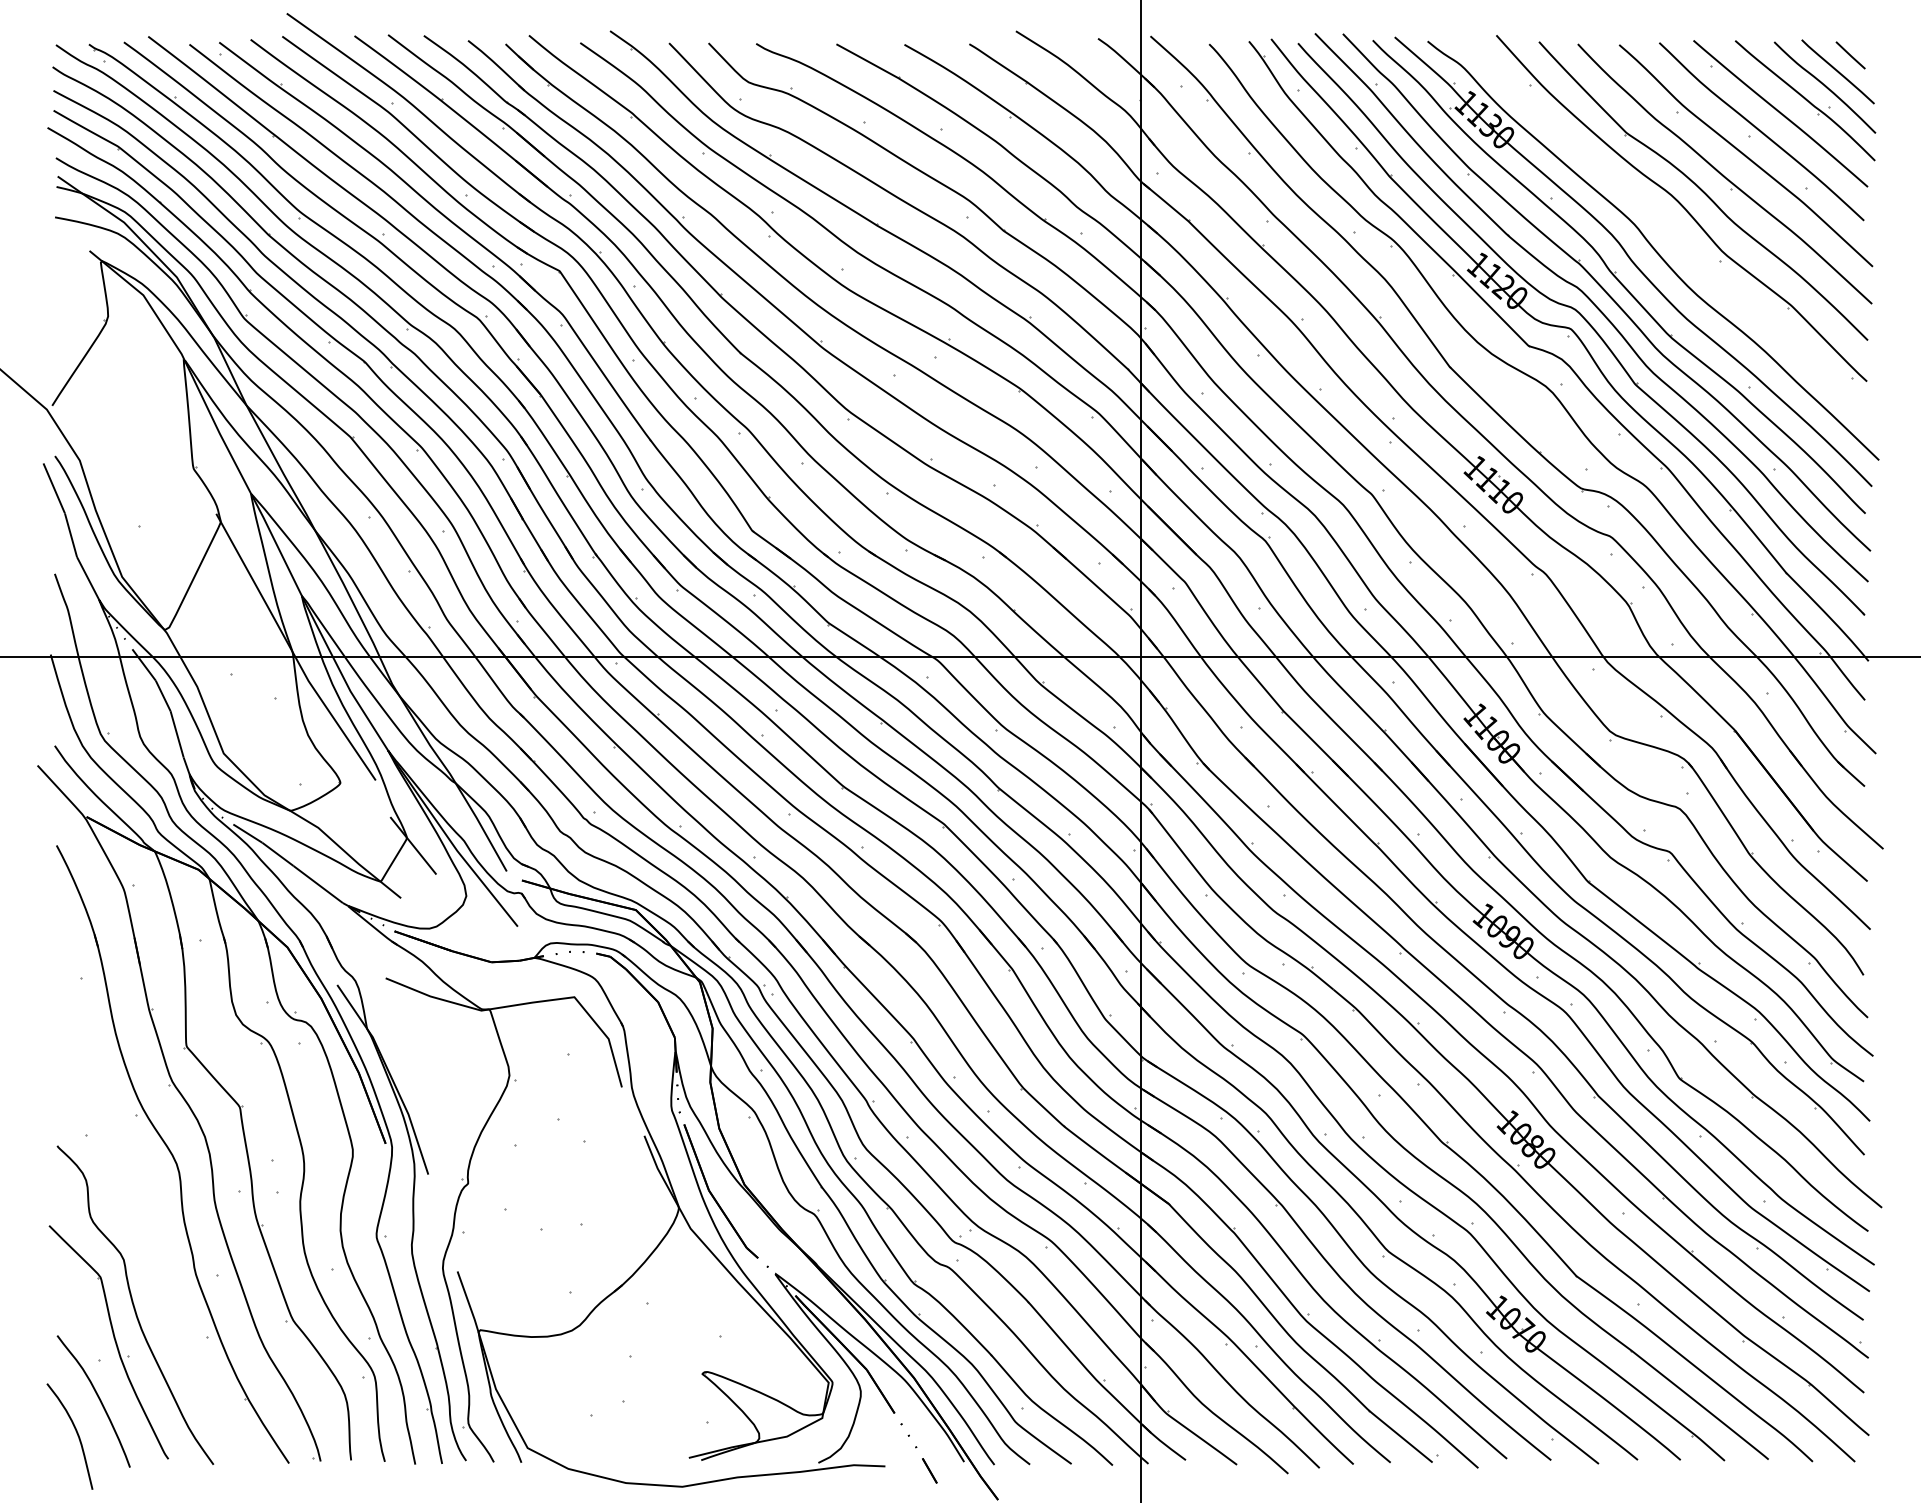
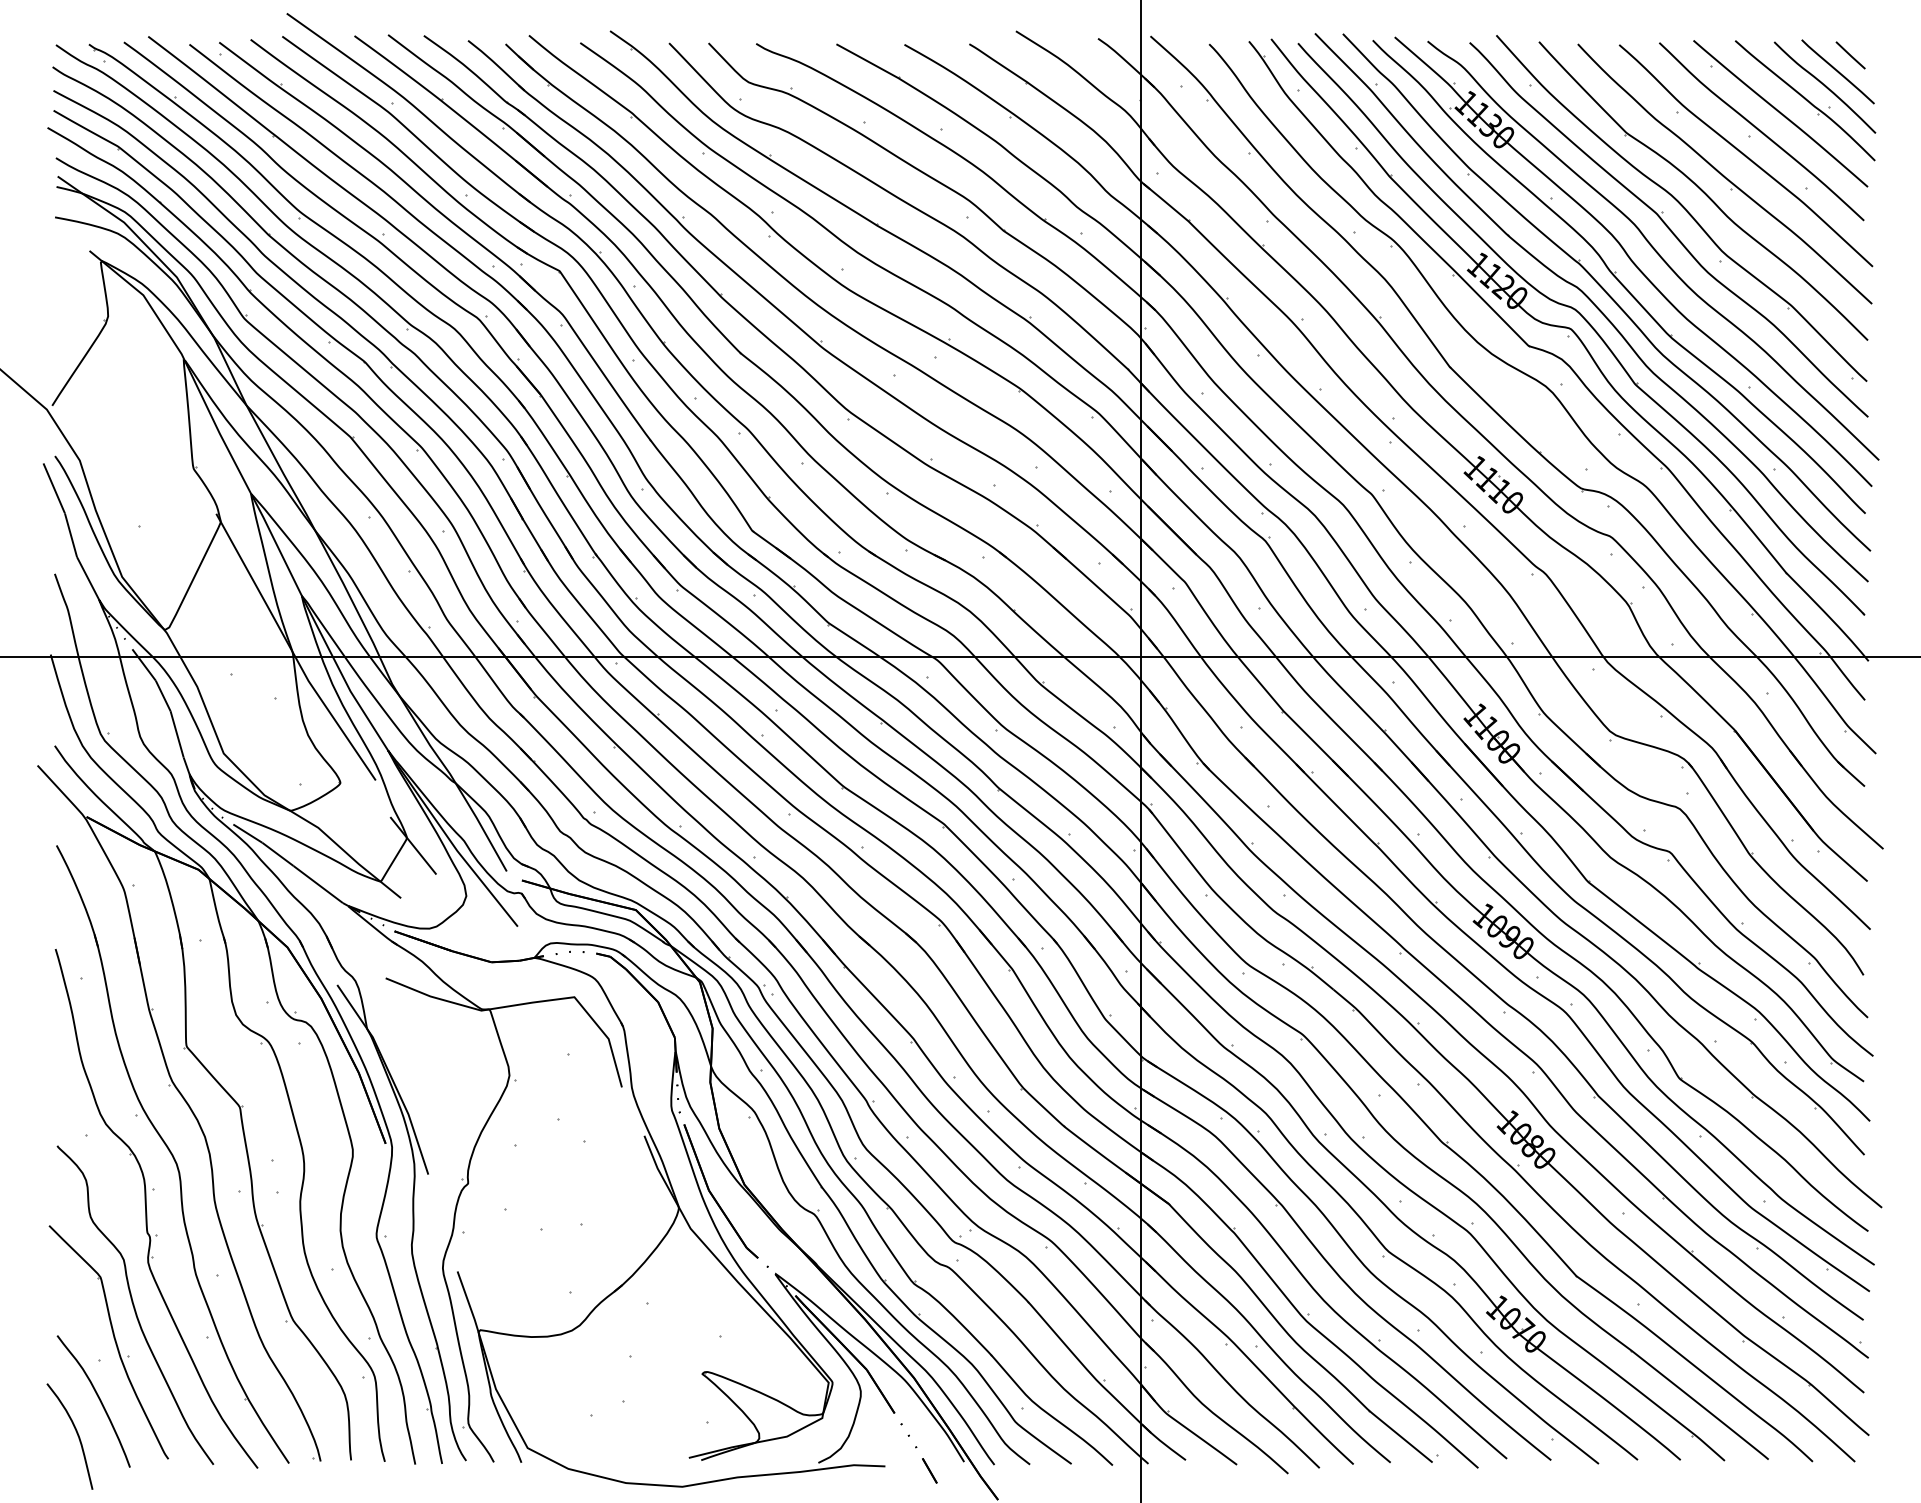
part at (1668, 229): none -> present
part at (147, 1212): none -> present
